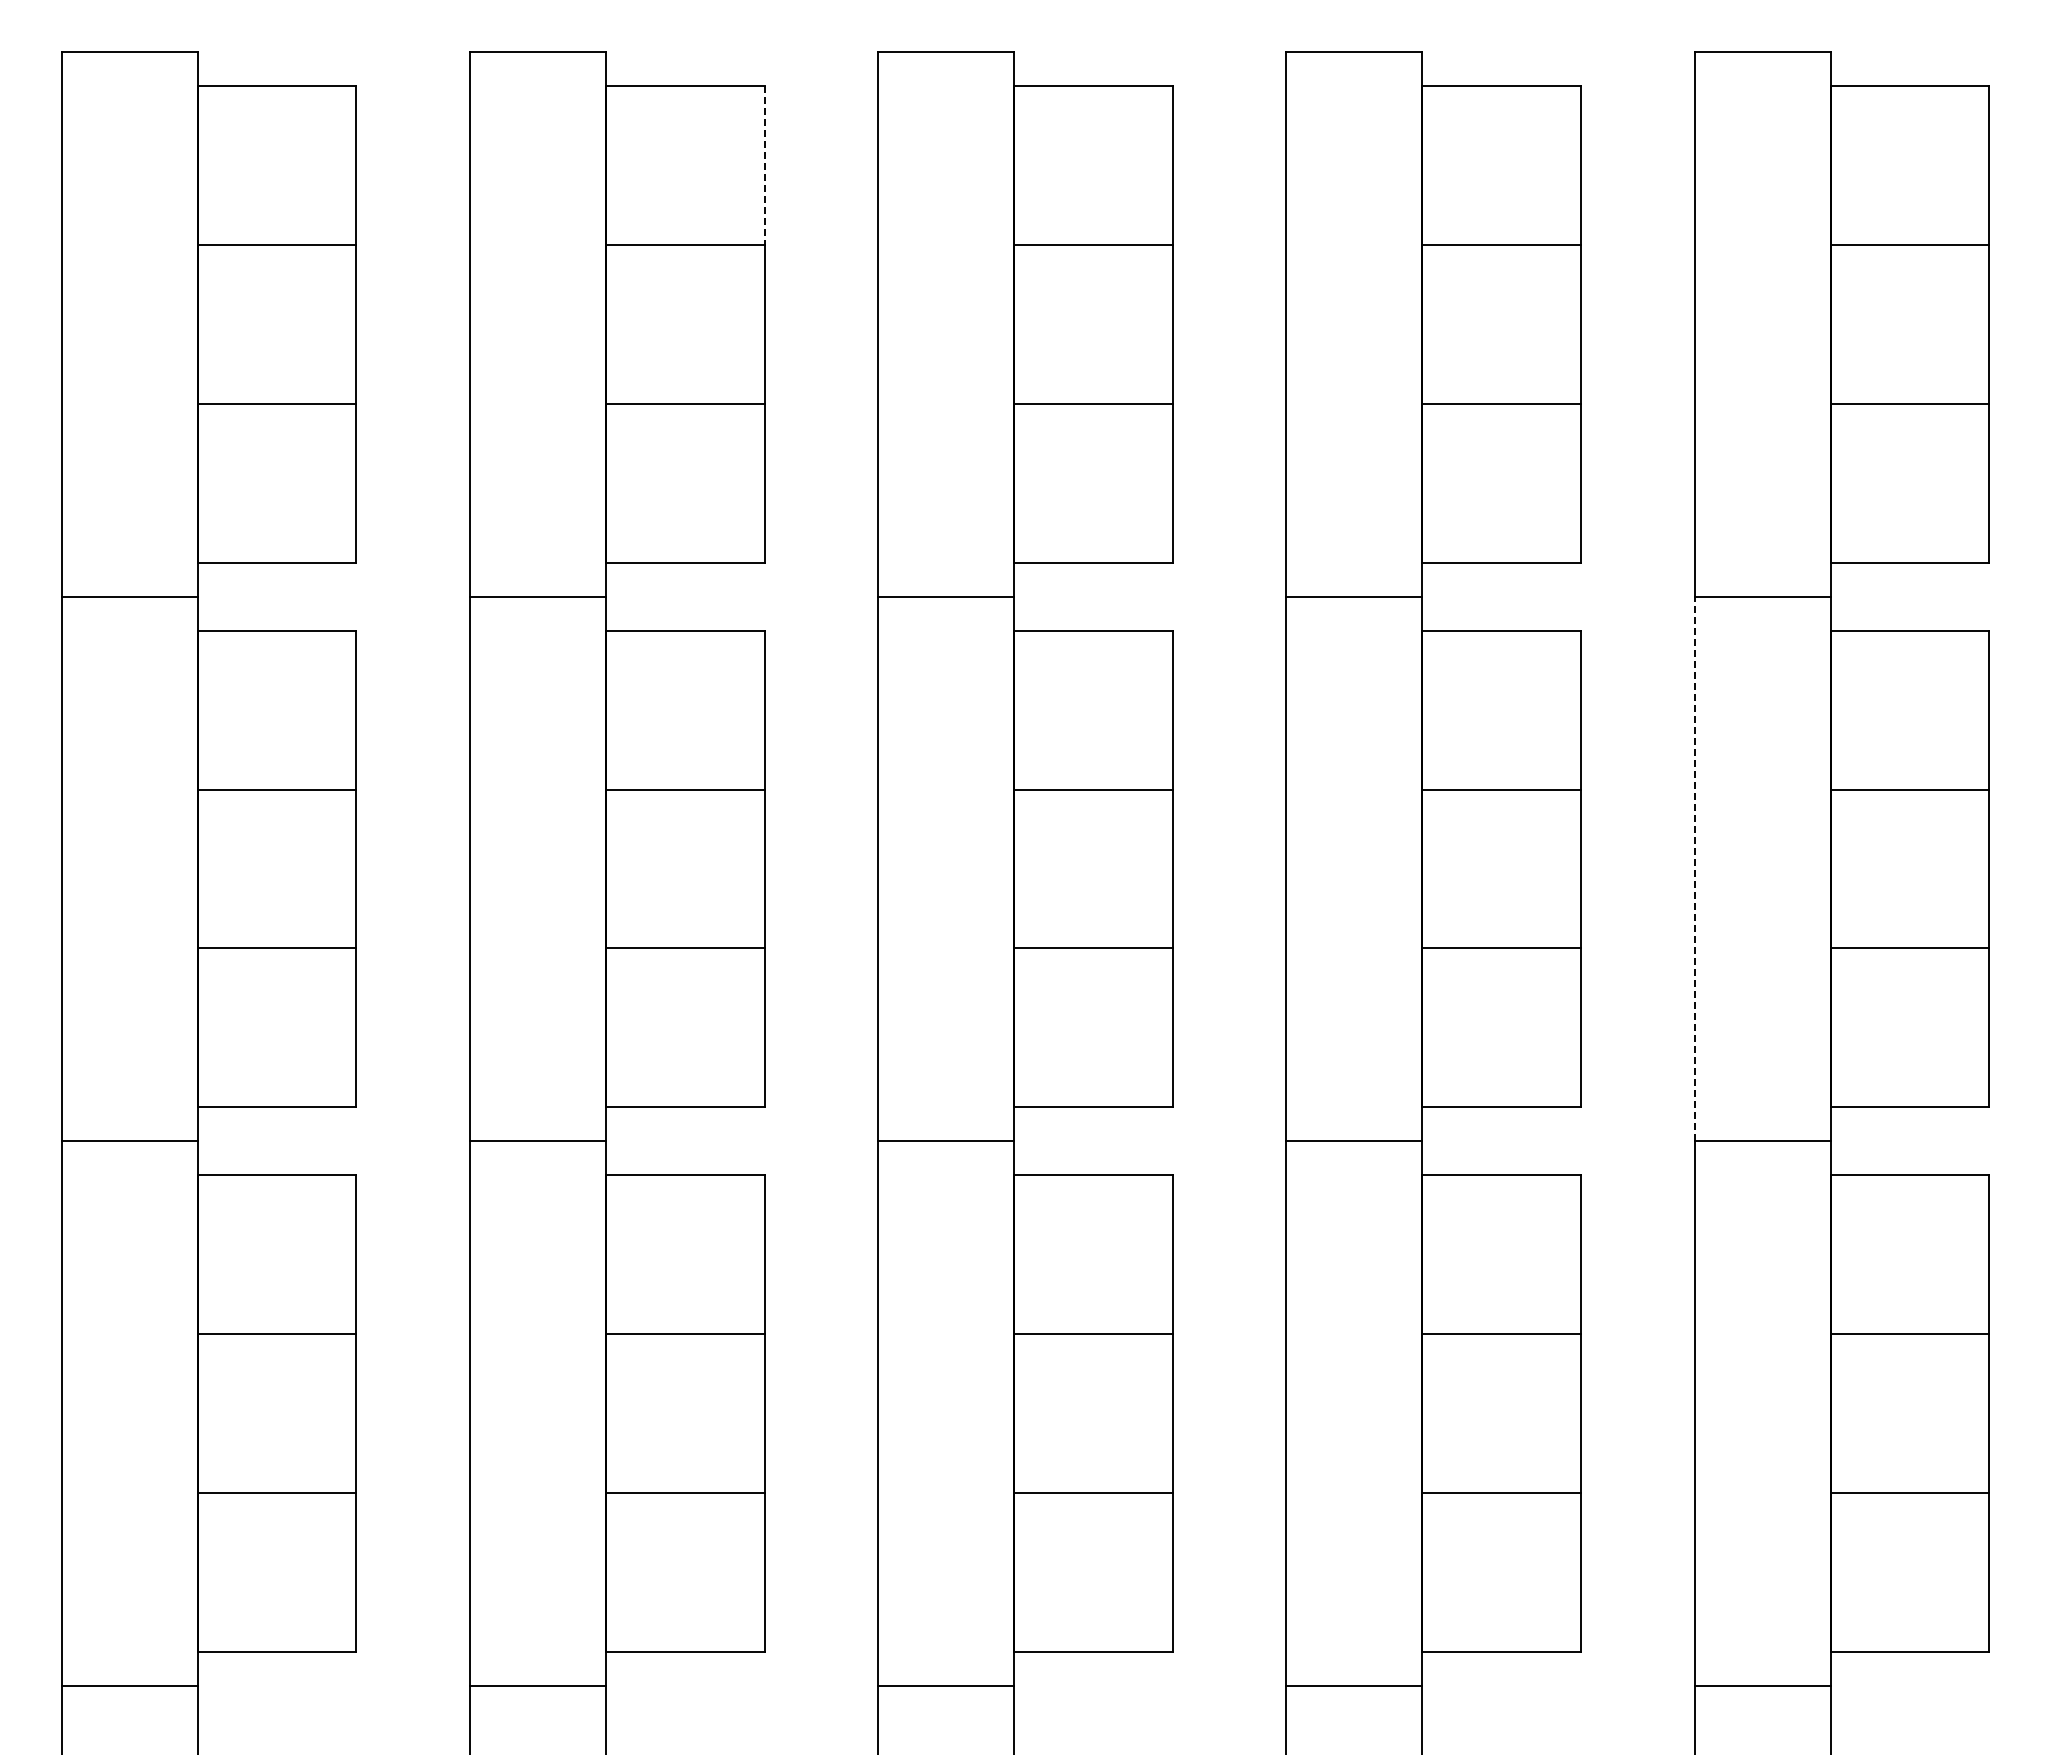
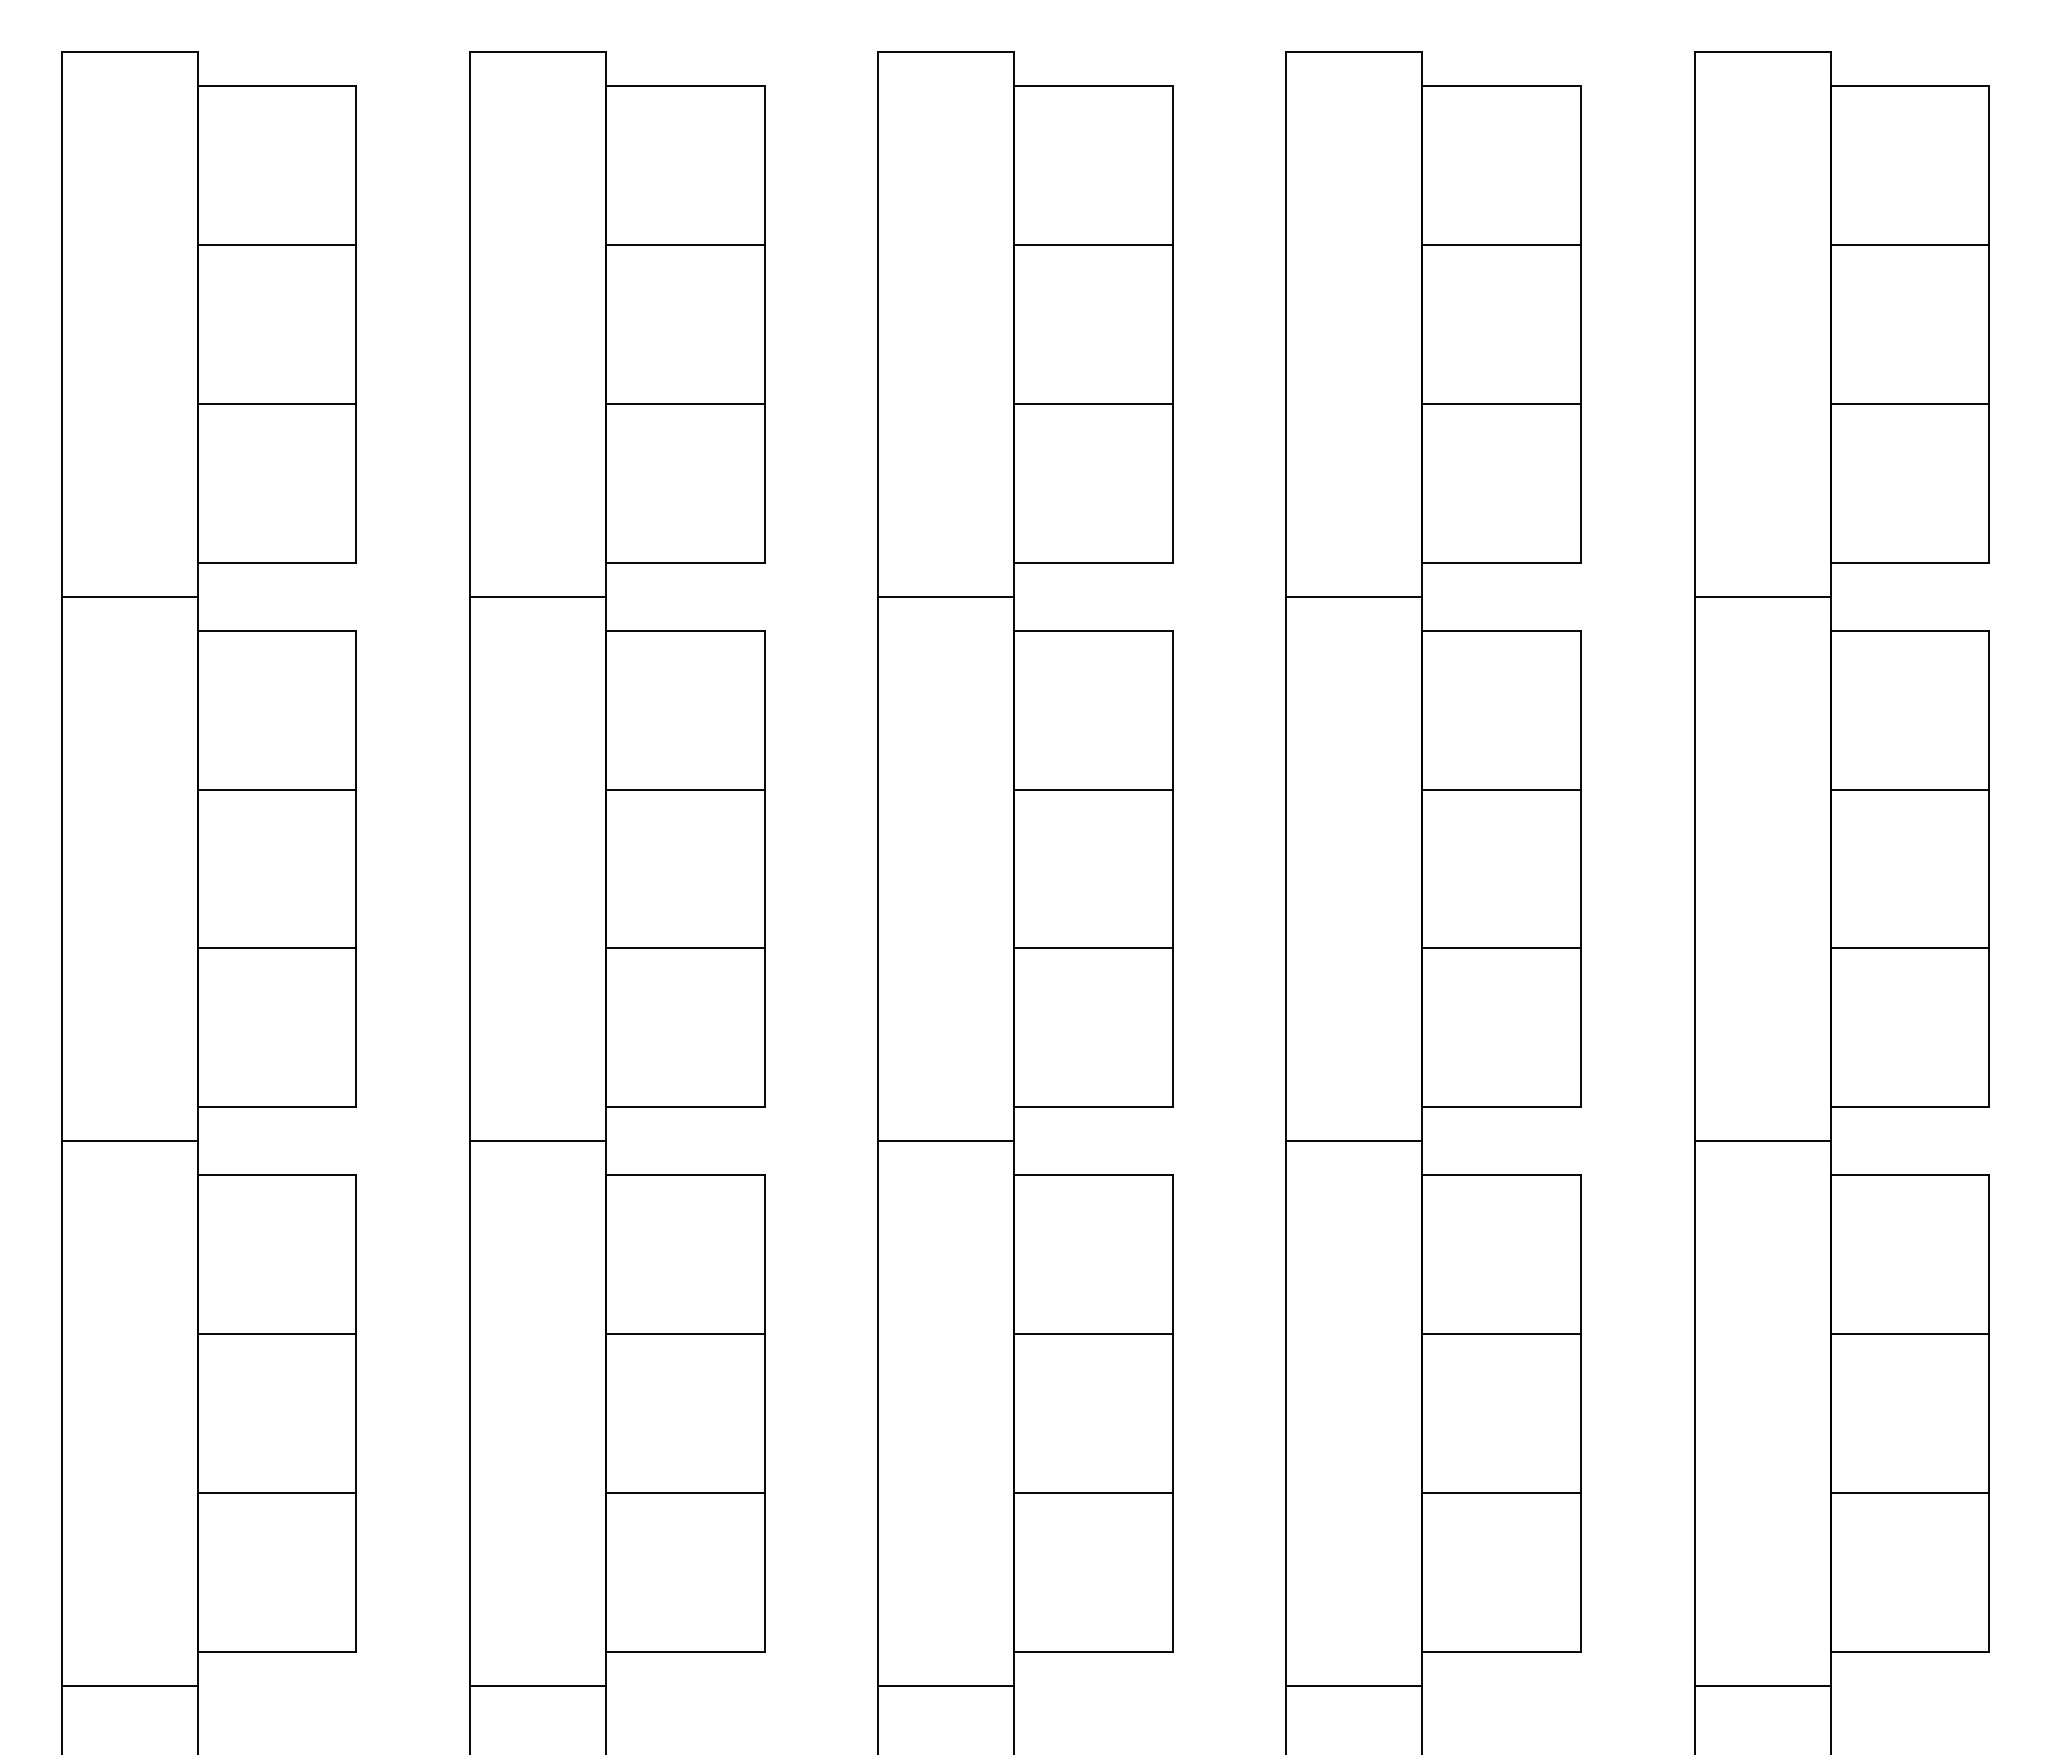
line at (764, 166): dashed -> solid
line at (1694, 868): dashed -> solid
